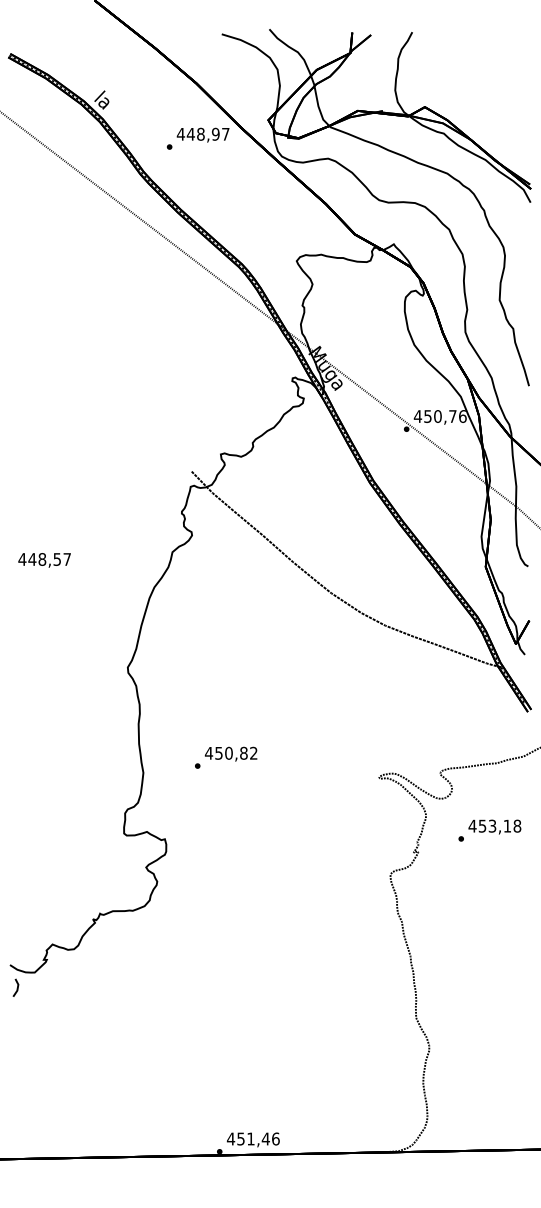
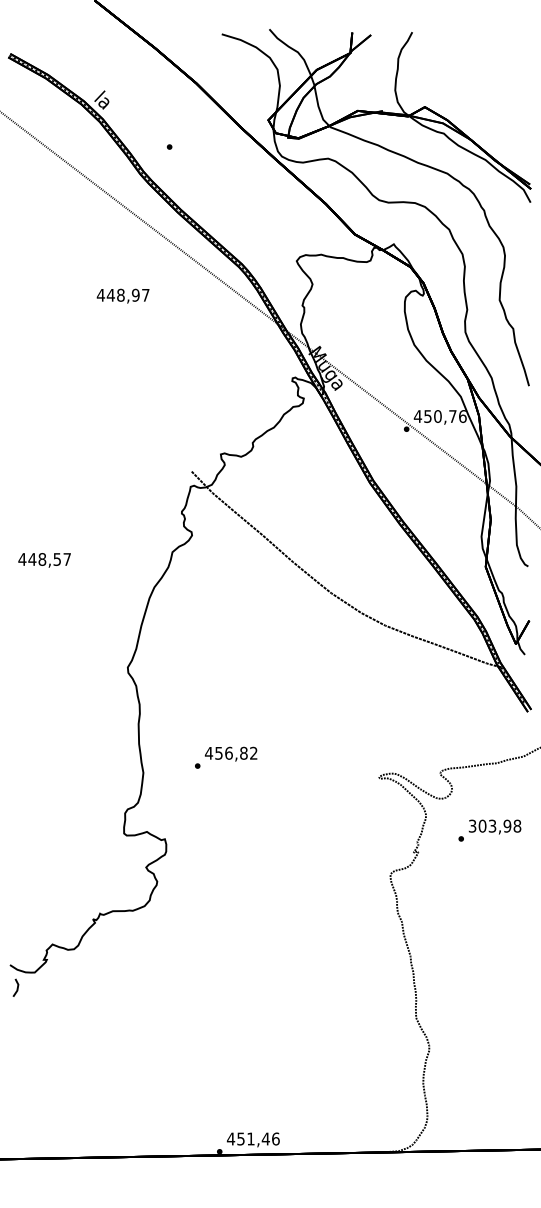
text at (202, 134) position: (202, 134) -> (122, 295)
text at (228, 752): 450,82 -> 456,82
text at (489, 825): 453,18 -> 303,98
